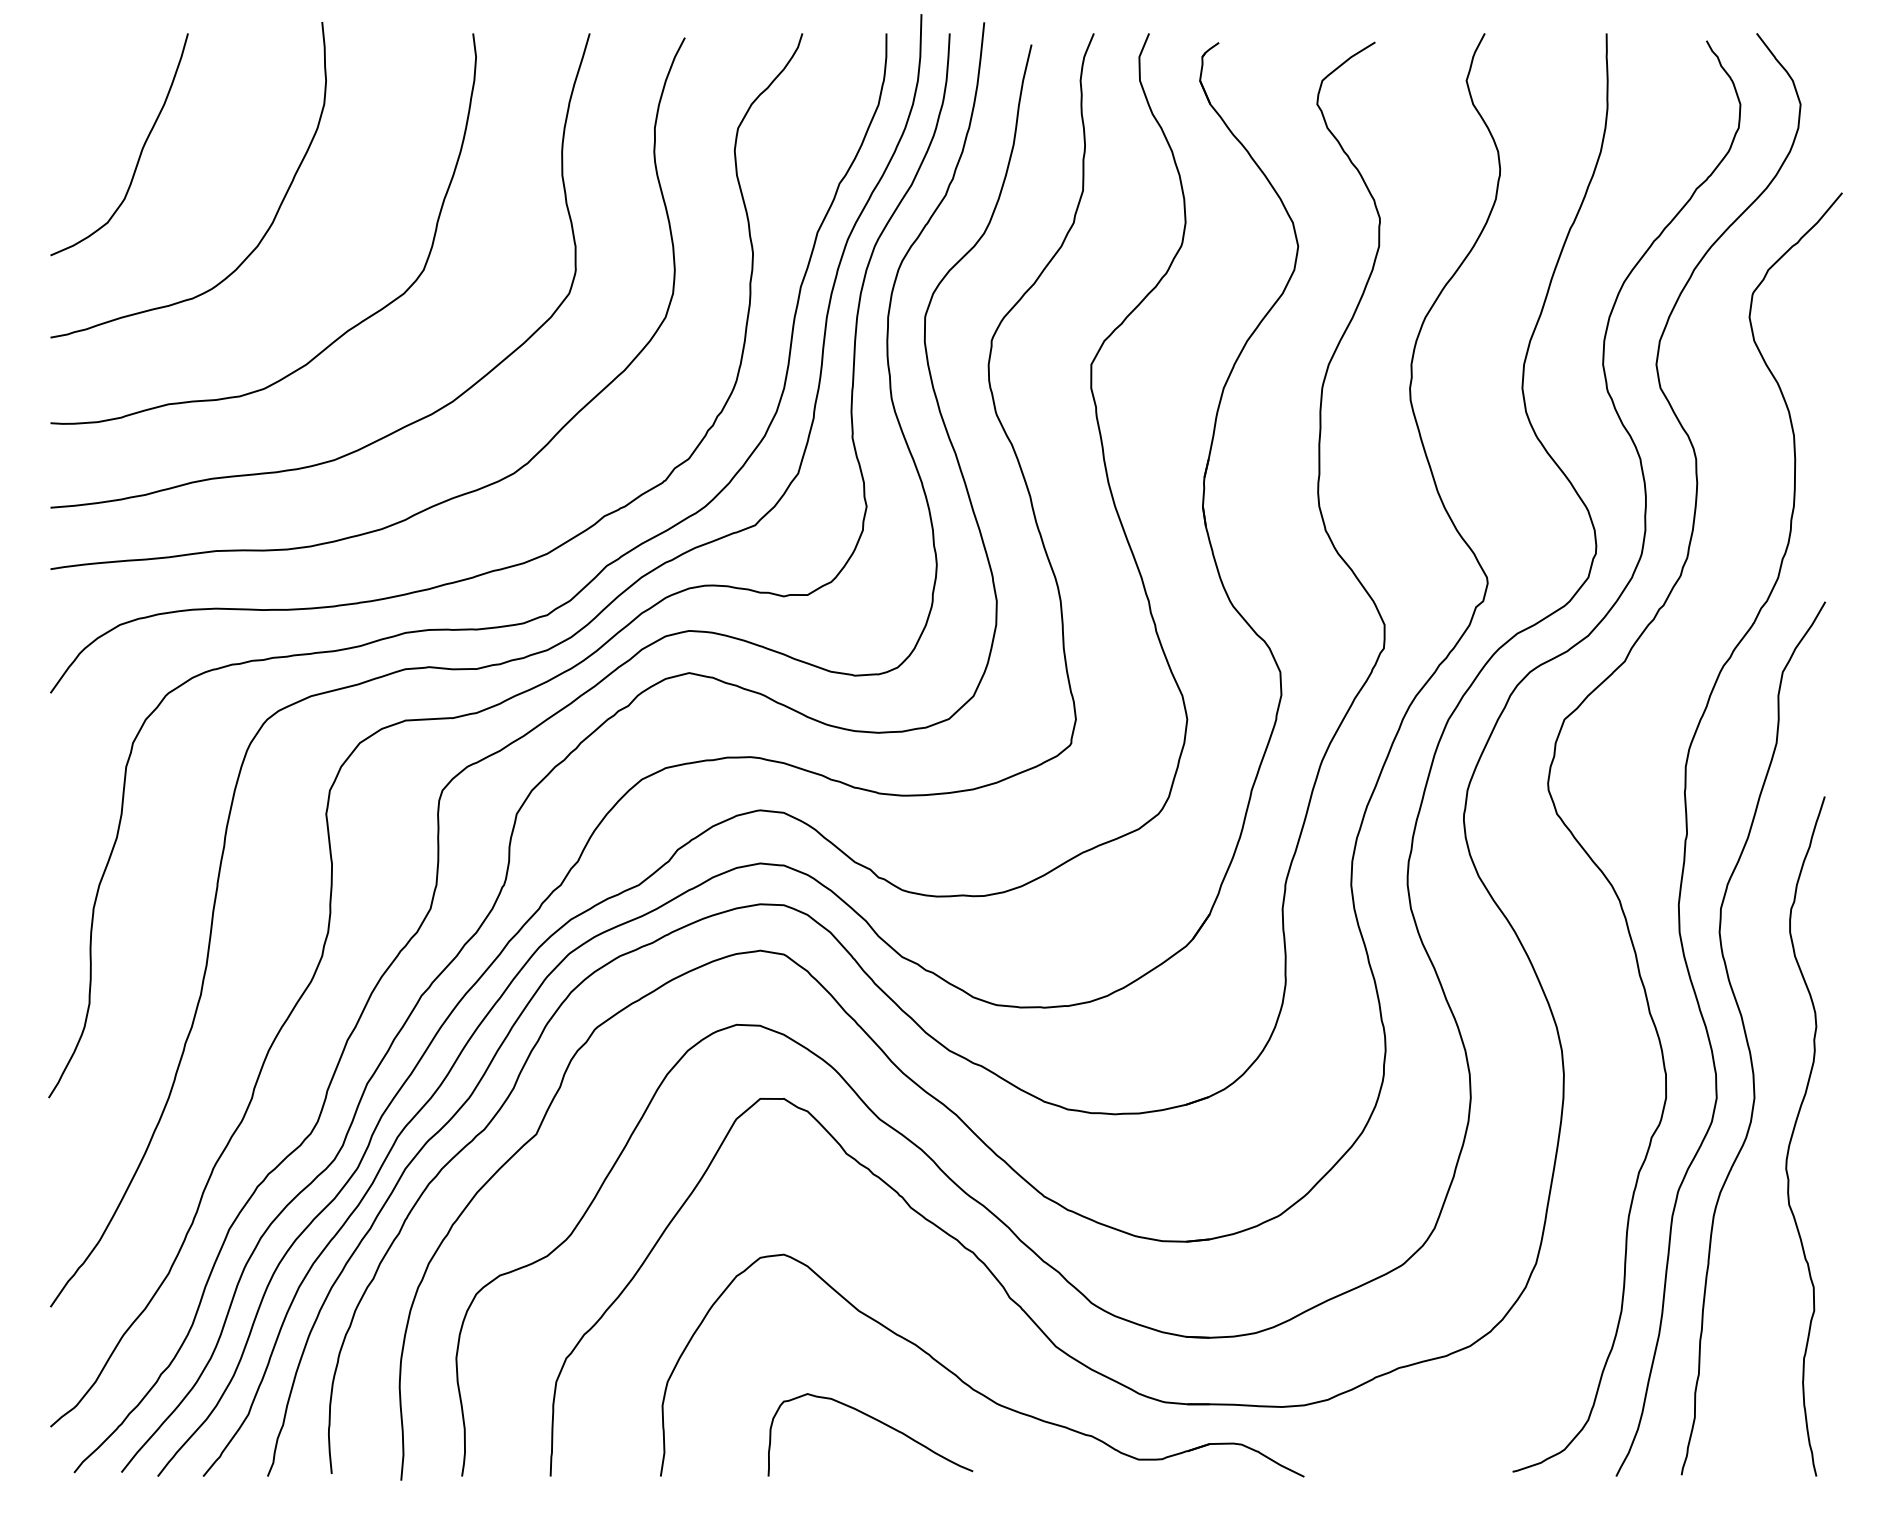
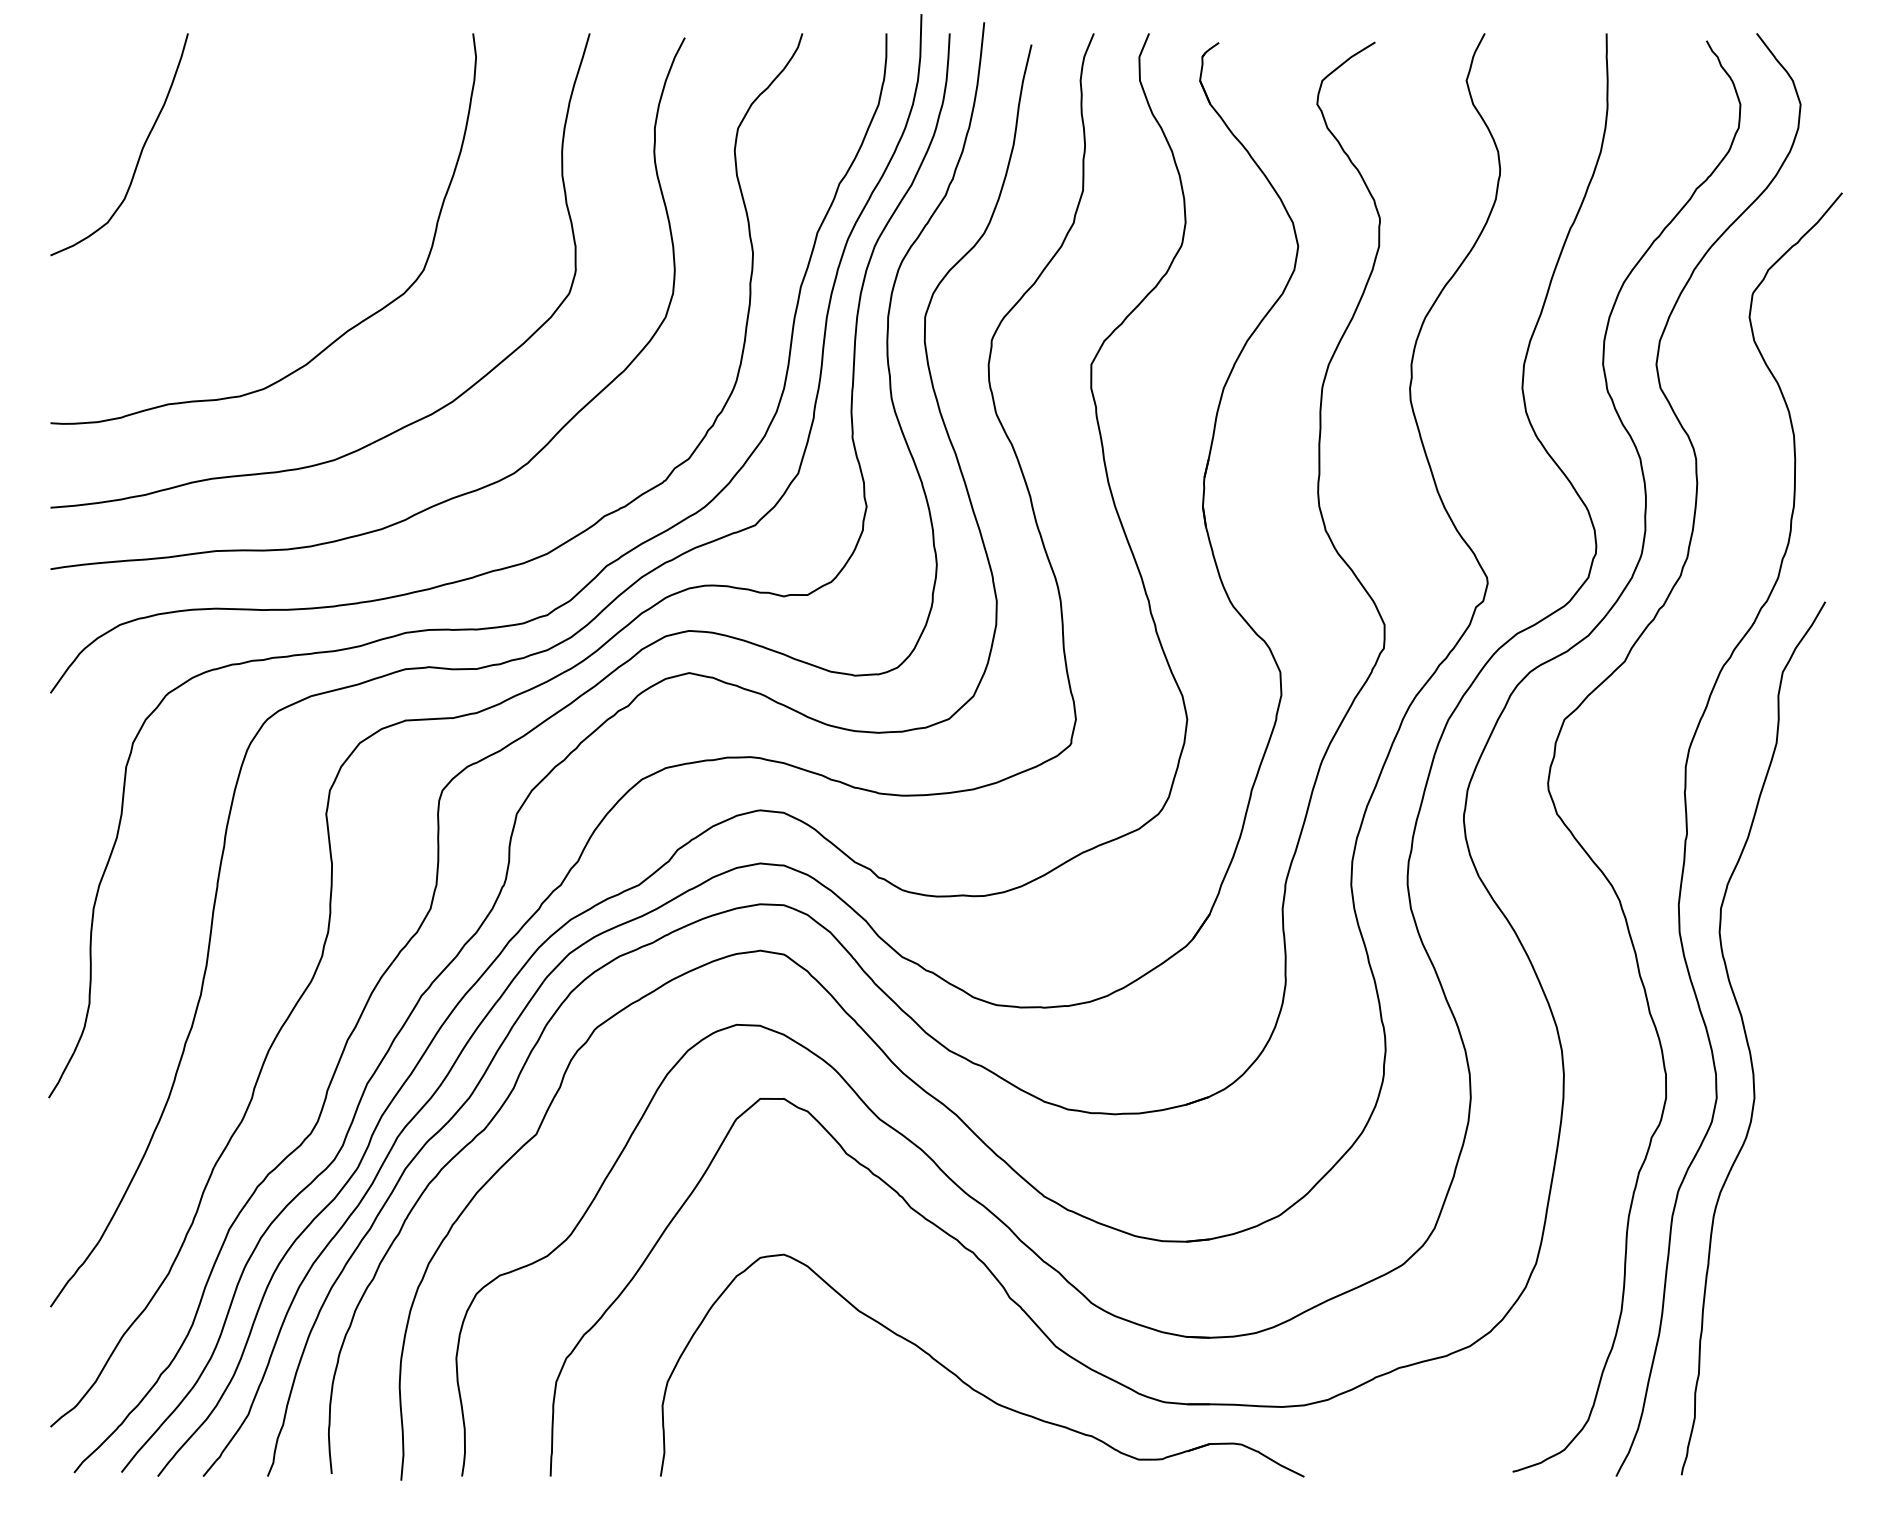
curve at (266, 230): present -> none
curve at (1794, 1131): present -> none
curve at (877, 1421): present -> none
